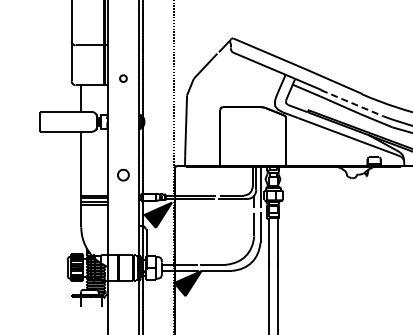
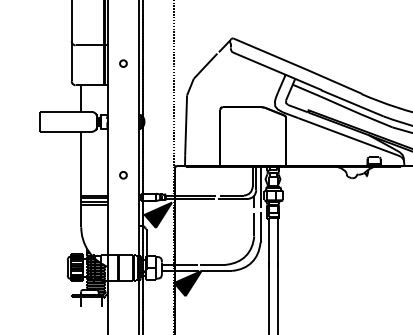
part at (123, 78) position: (123, 78) -> (123, 63)
line at (352, 103): dashed -> solid
part at (123, 174) size: 13x14 px -> 9x9 px
